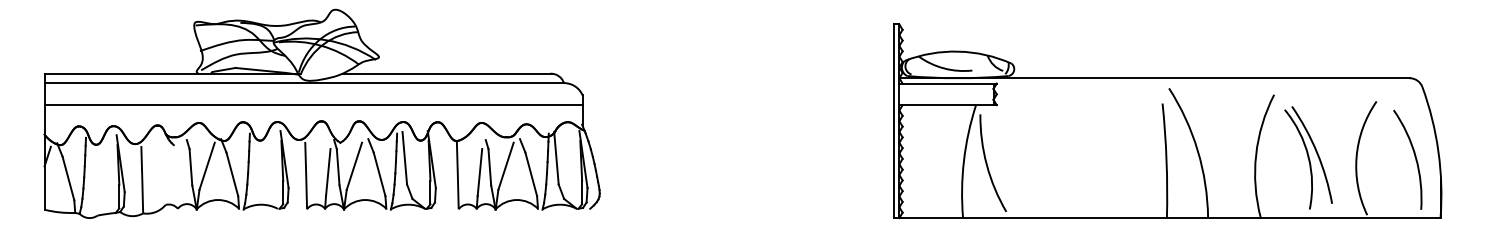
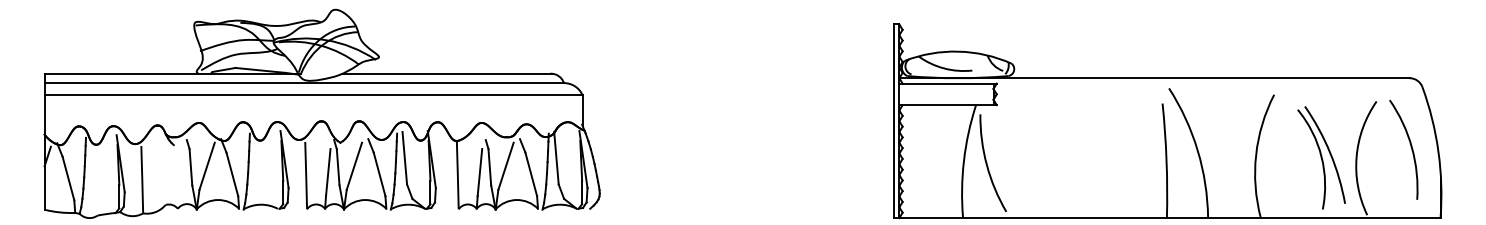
line at (313, 105) position: (313, 105) -> (313, 95)
part at (1308, 157) position: (1308, 157) -> (1321, 157)
arc at (1414, 157) position: (1414, 157) -> (1410, 147)
